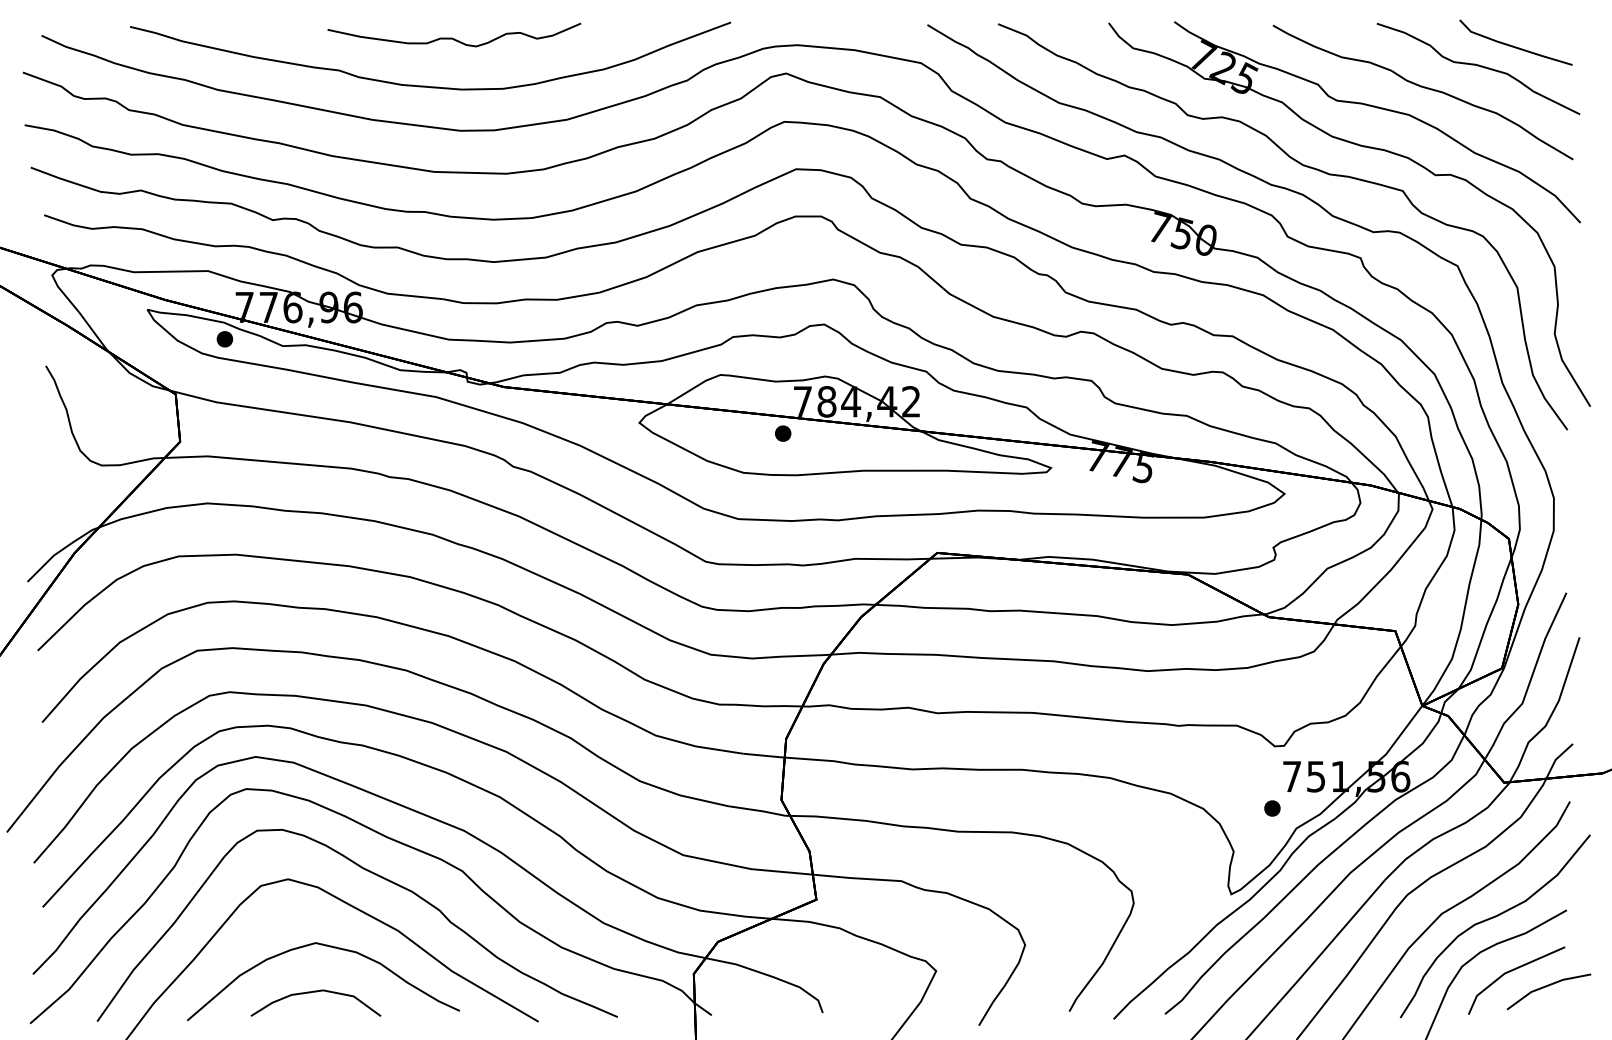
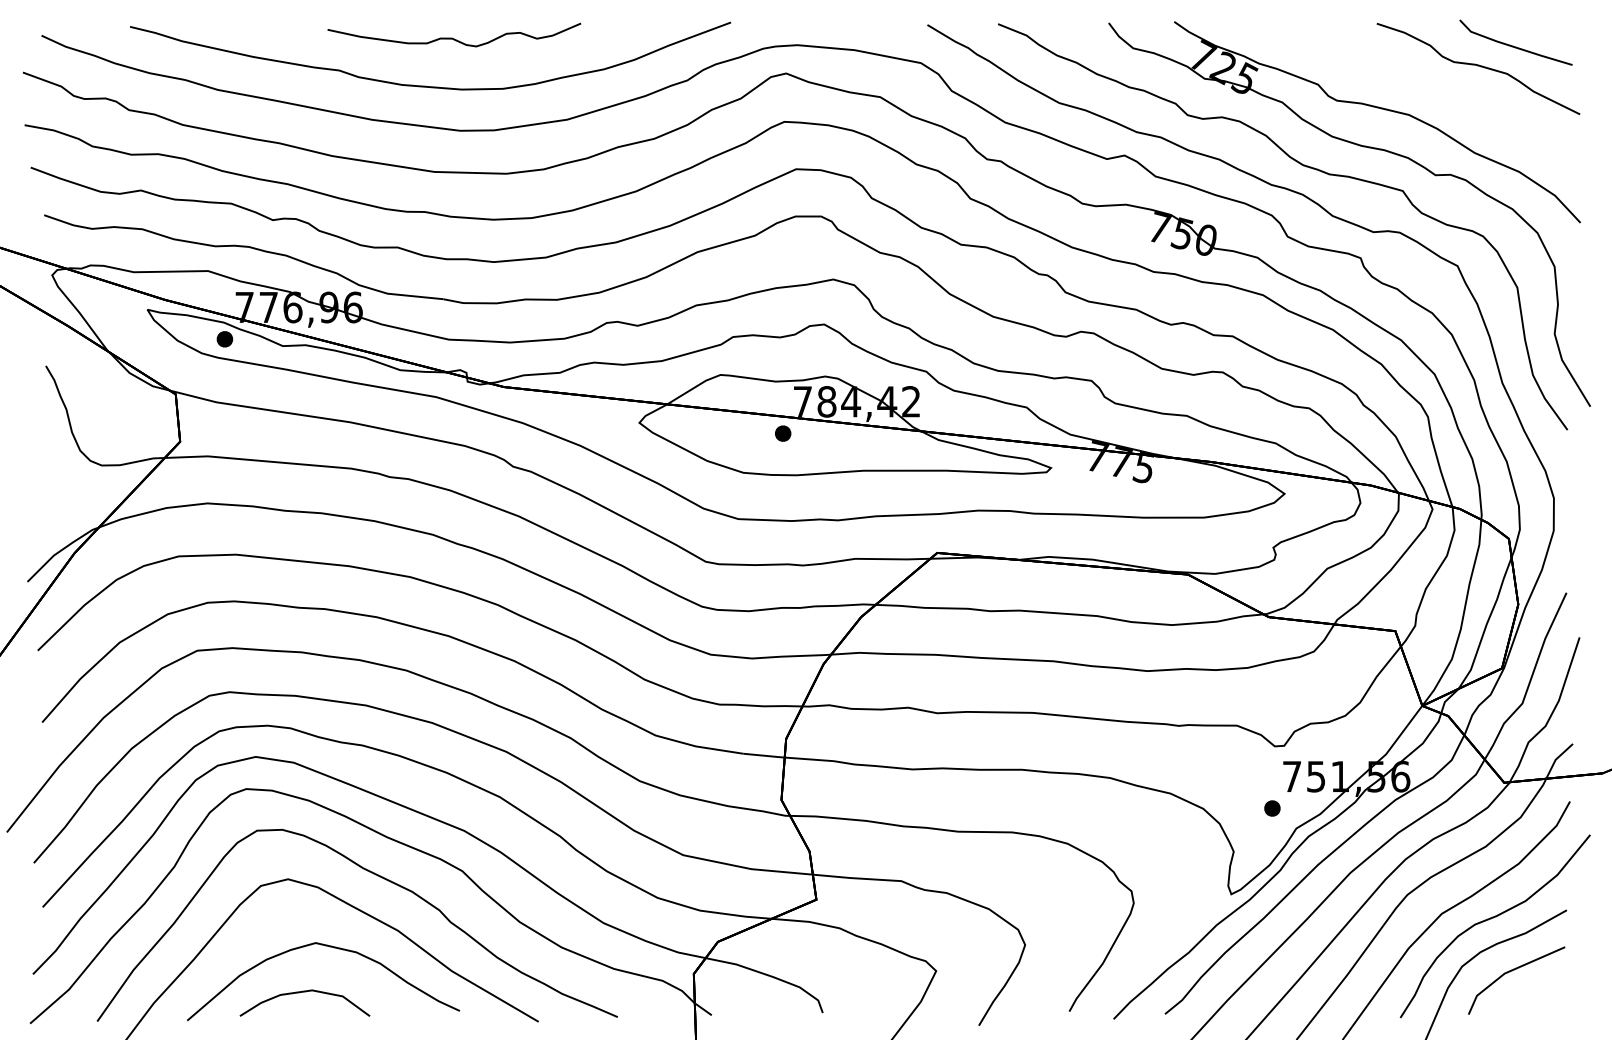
curve at (1423, 88): present -> none
line at (1546, 987): present -> none
curve at (315, 992) position: (315, 992) -> (304, 992)
